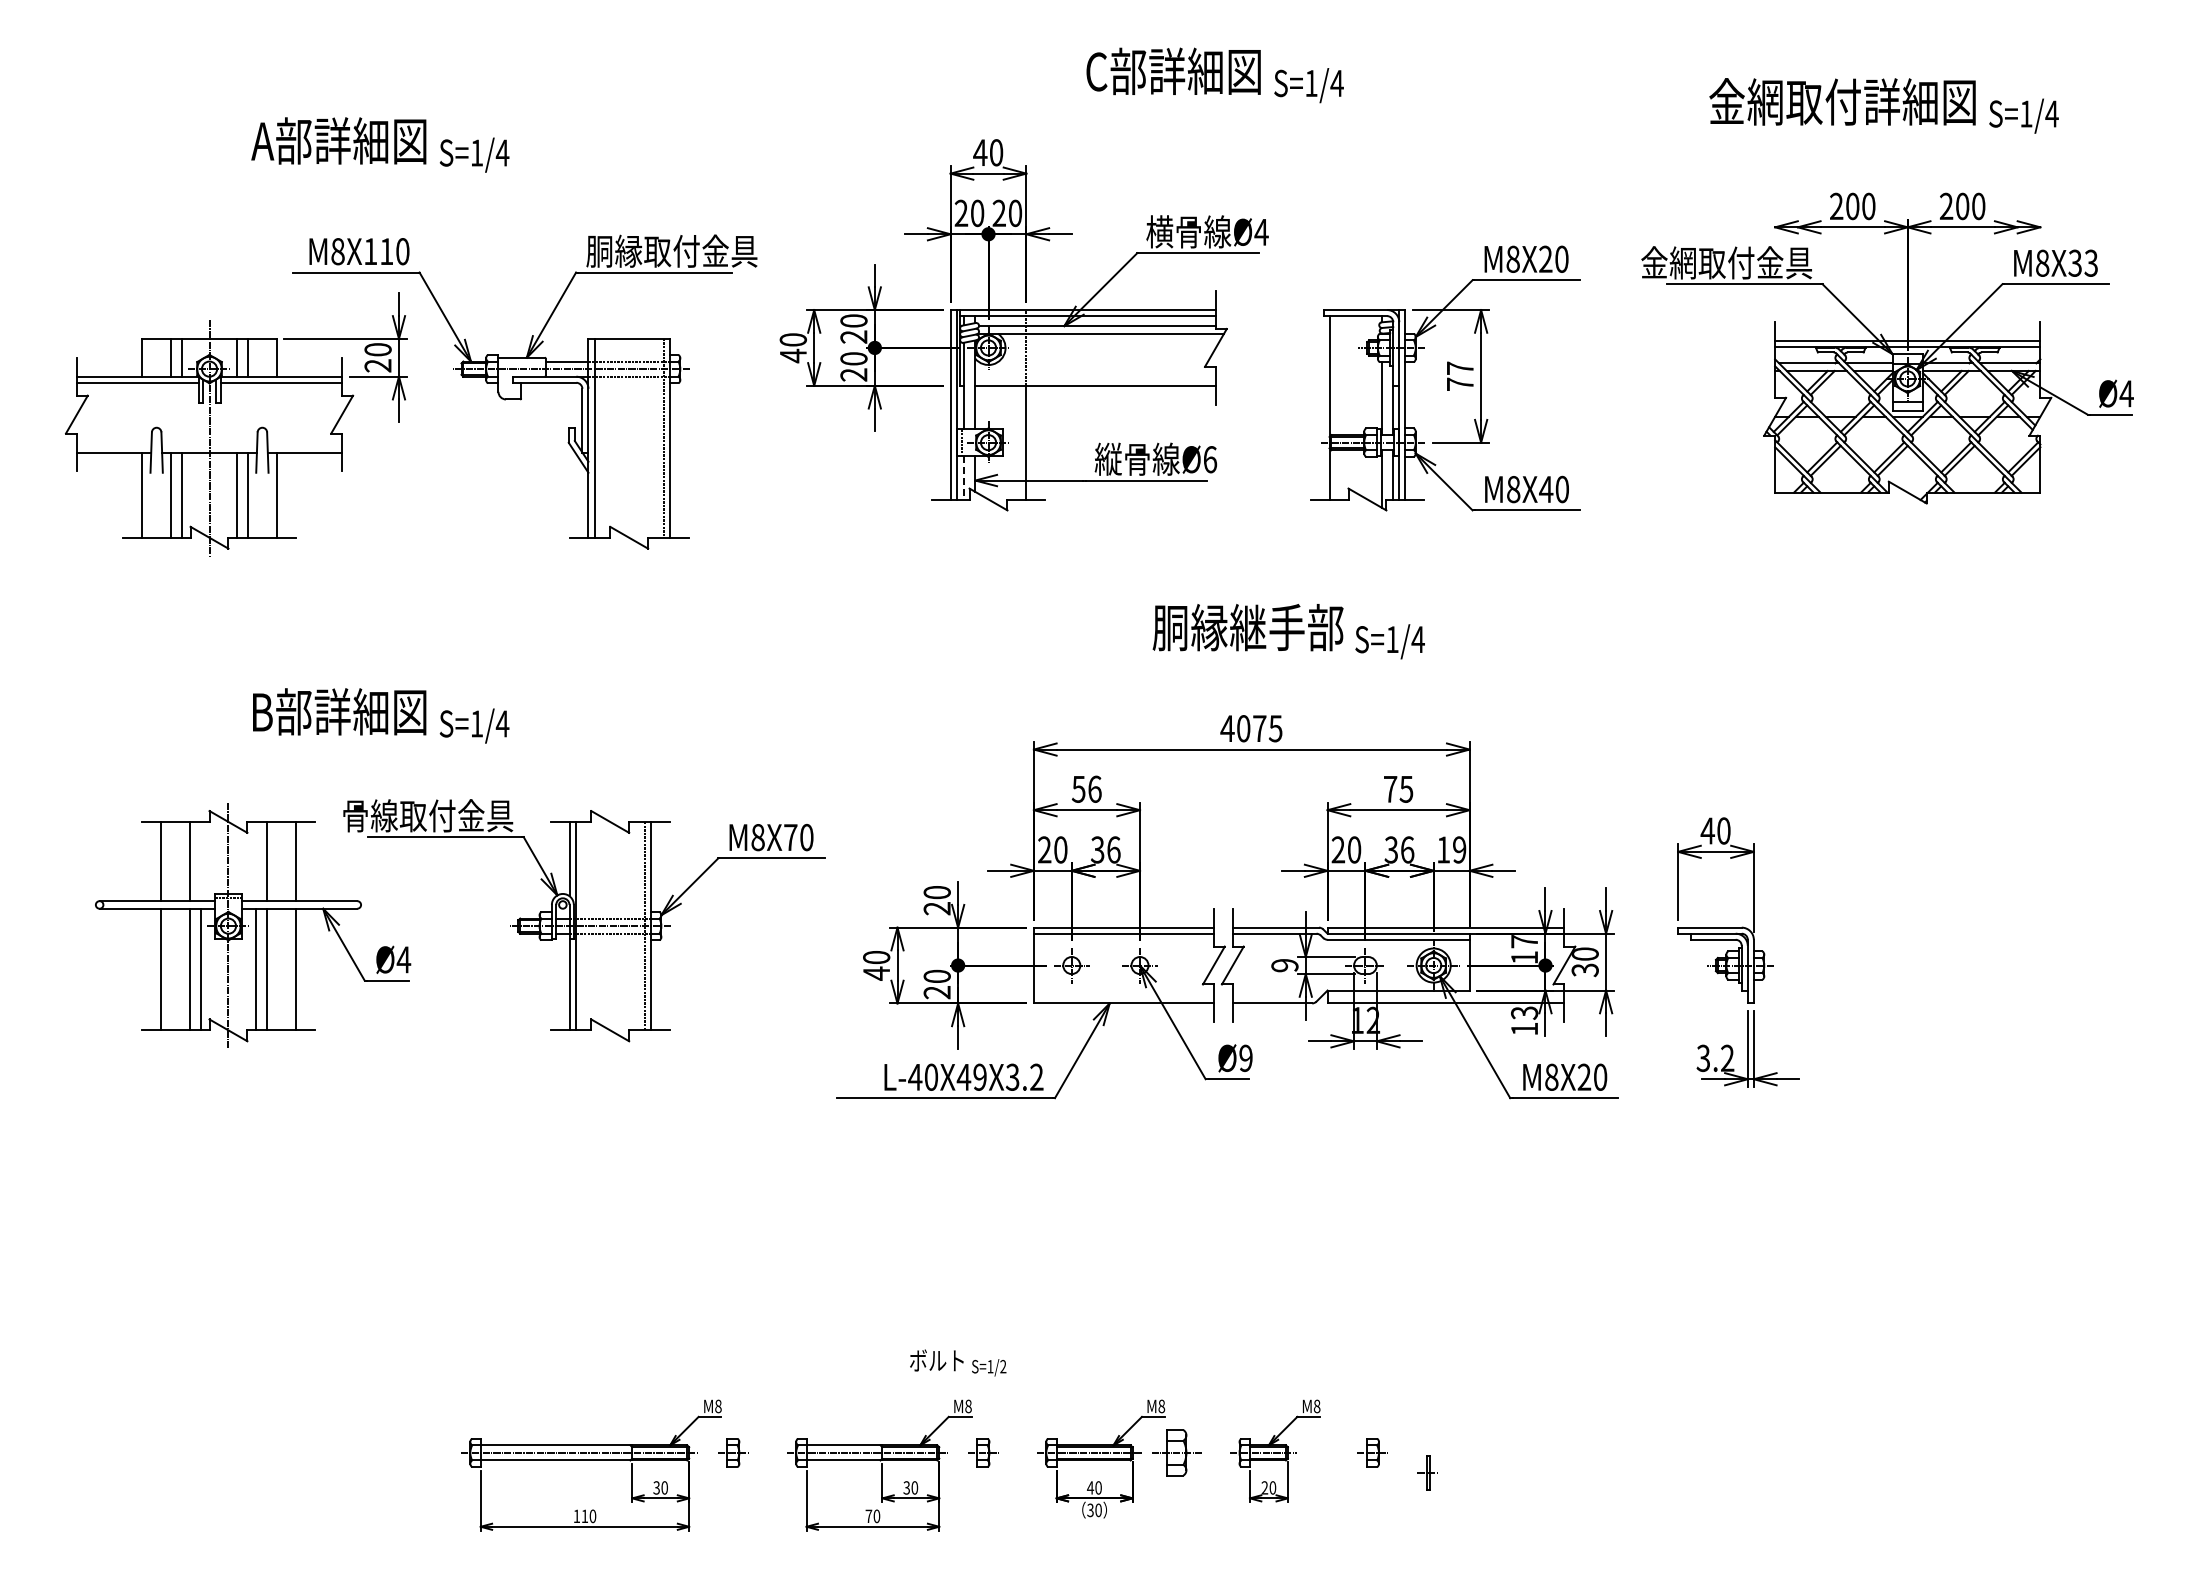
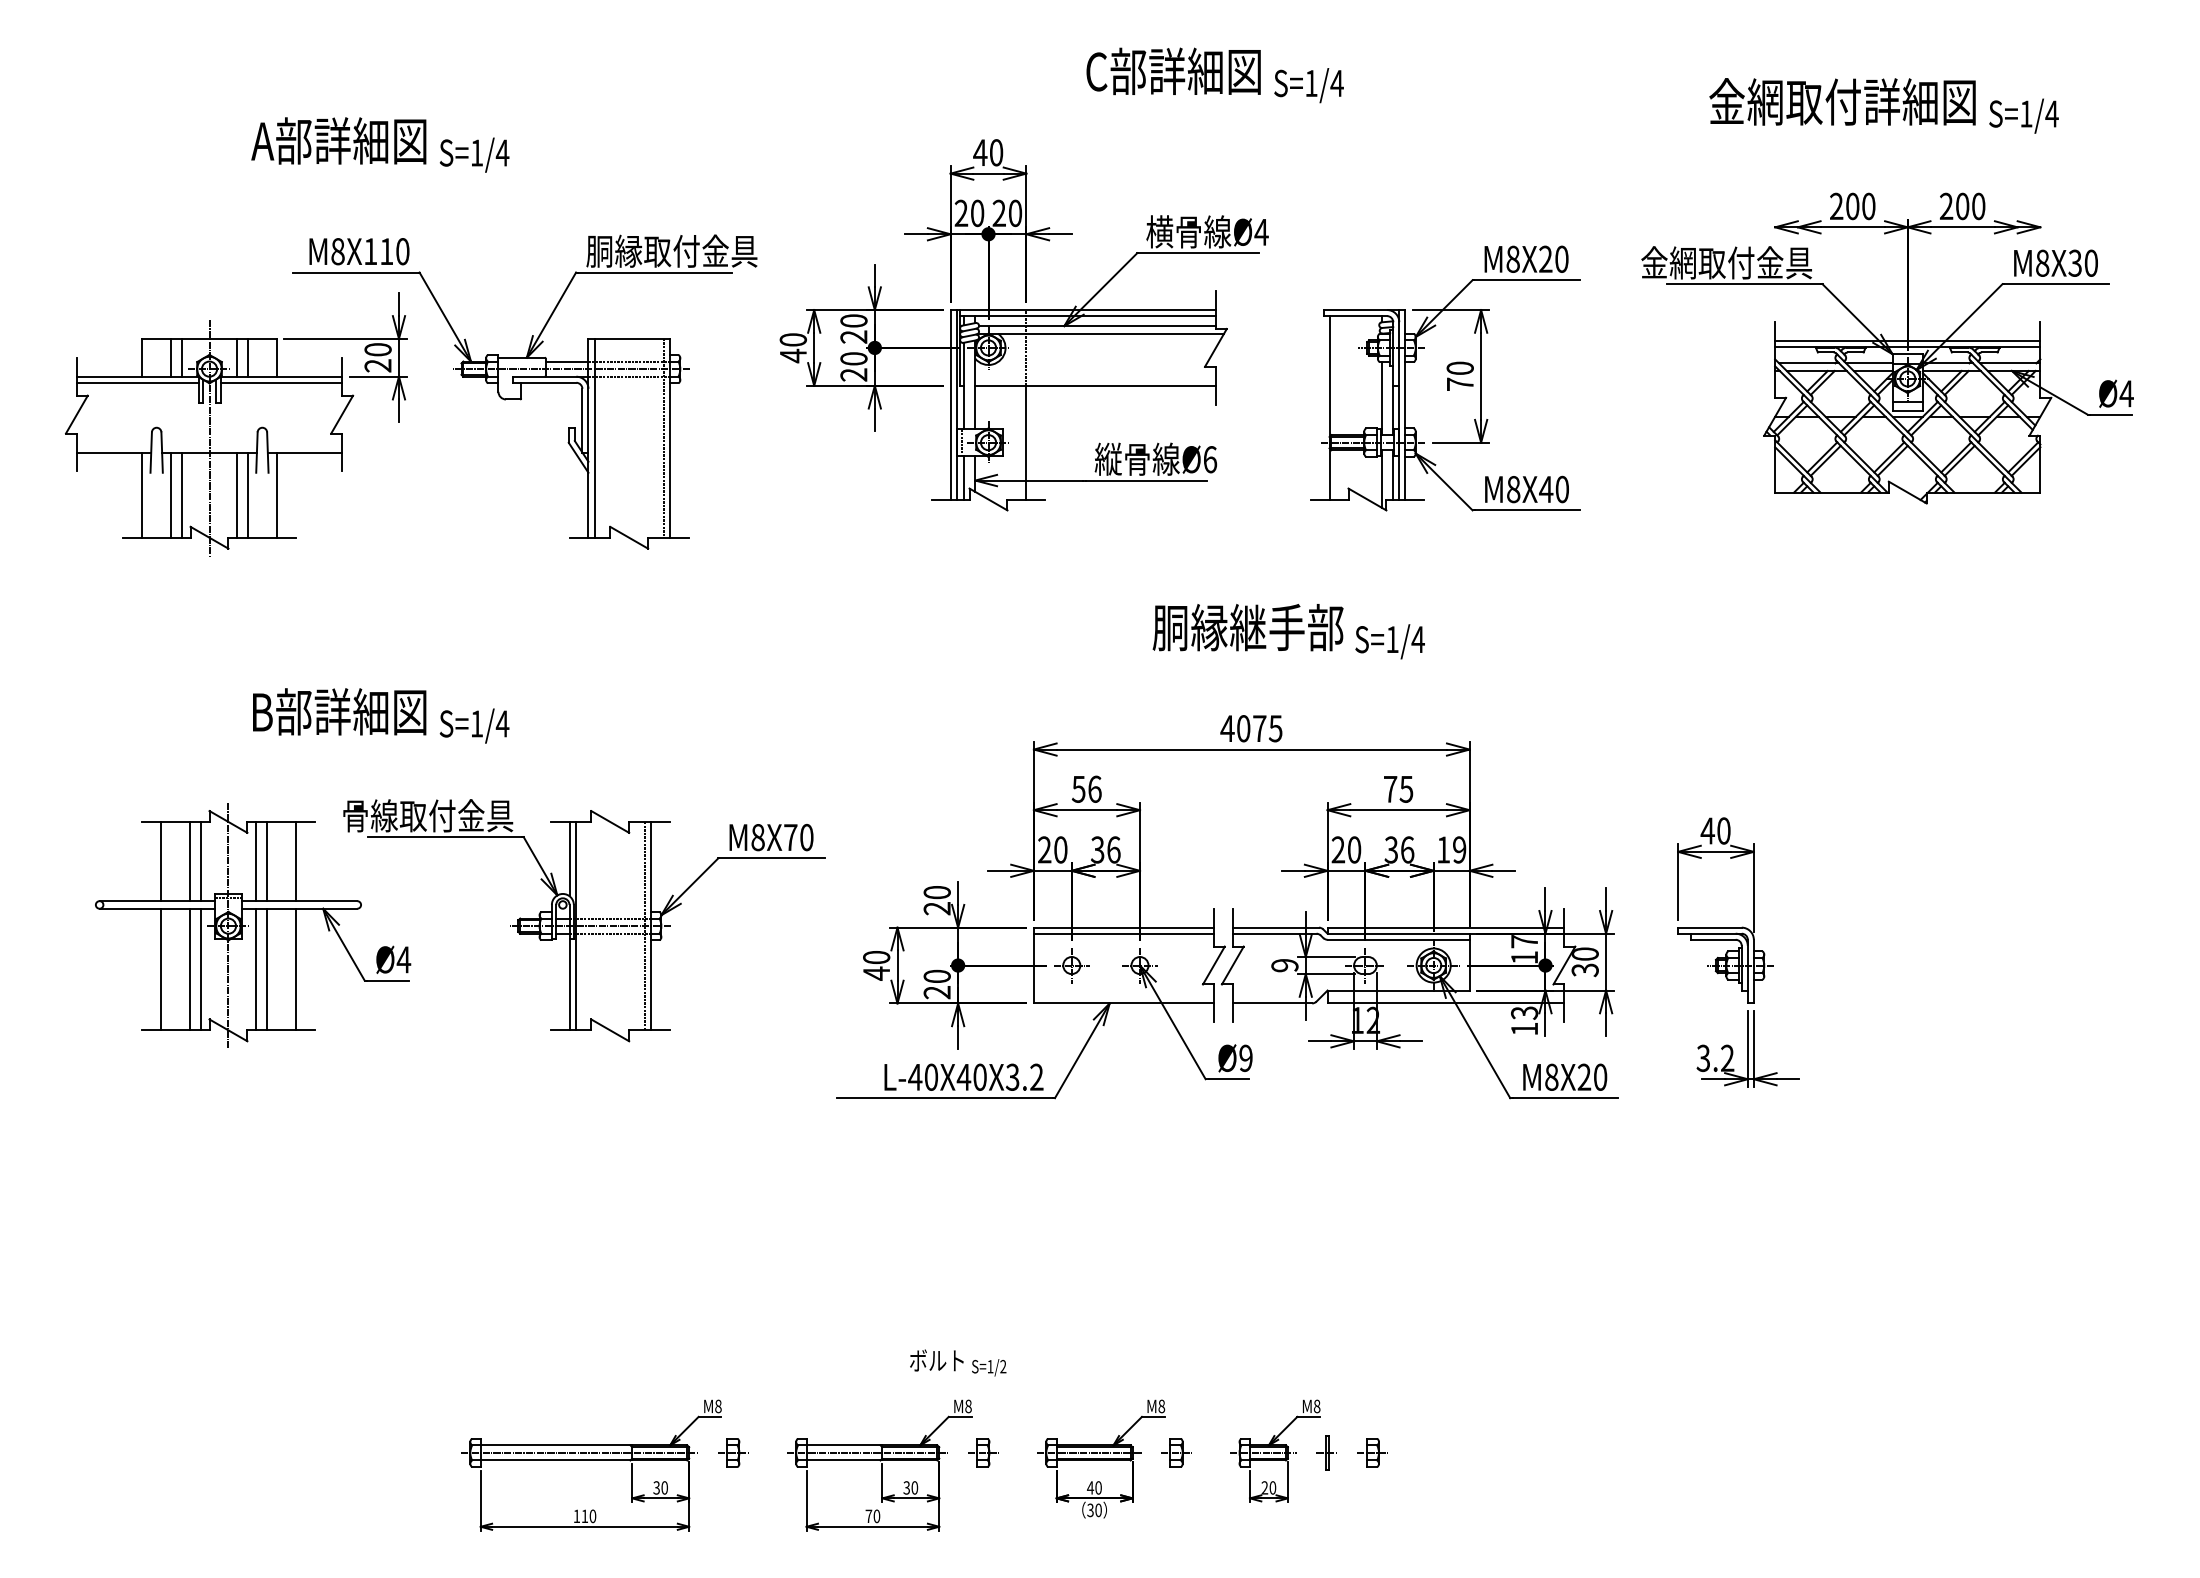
text at (2090, 262): M8X33 -> M8X30
text at (1459, 367): 77 -> 70
line at (963, 477): dashed -> solid
line at (200, 861): none -> present
line at (256, 861): none -> present
text at (979, 1076): L-40X49X3.2 -> L-40X40X3.2
part at (1176, 1452) size: 50x48 px -> 31x30 px
part at (1427, 1472) position: (1427, 1472) -> (1326, 1452)
